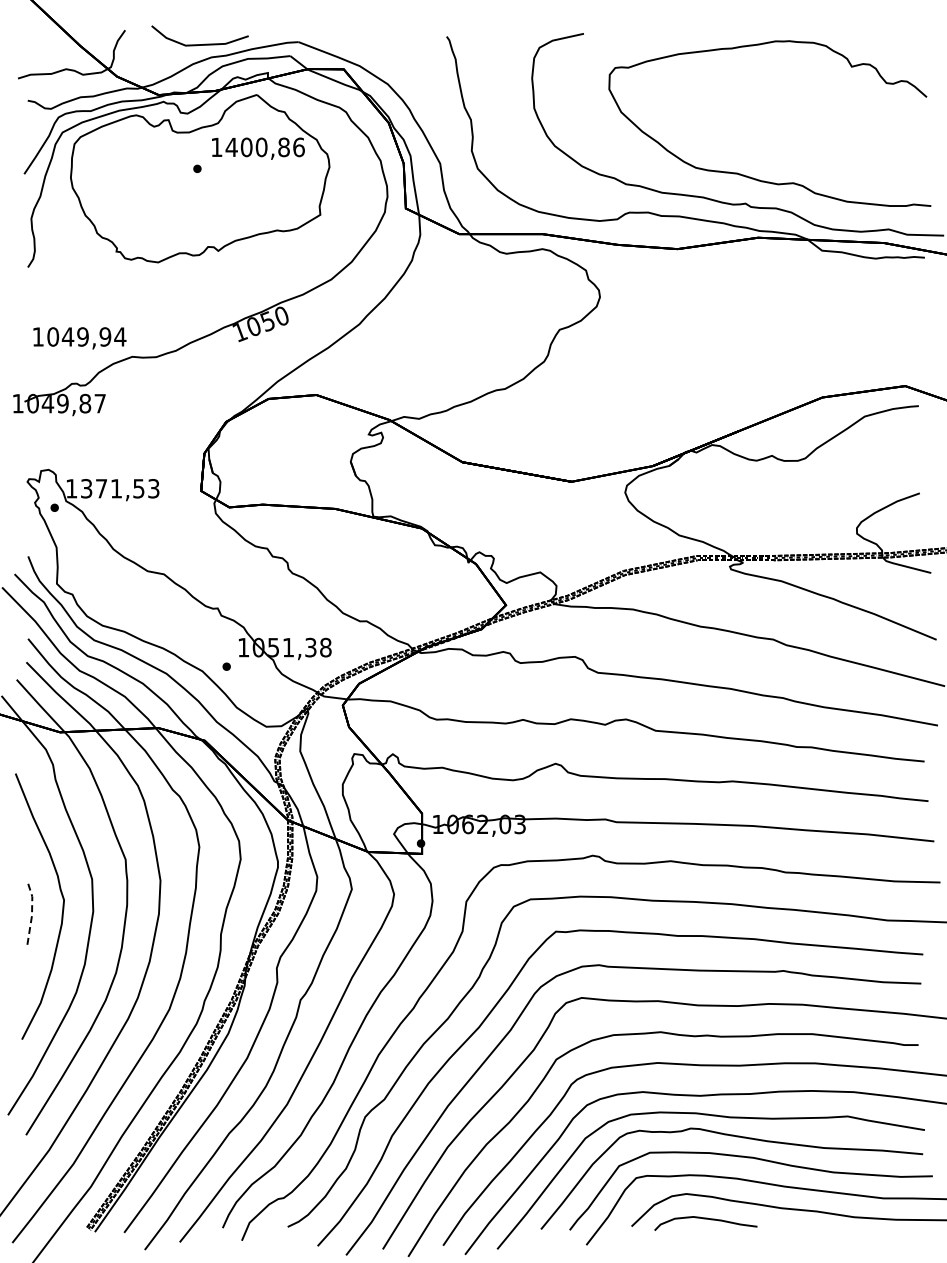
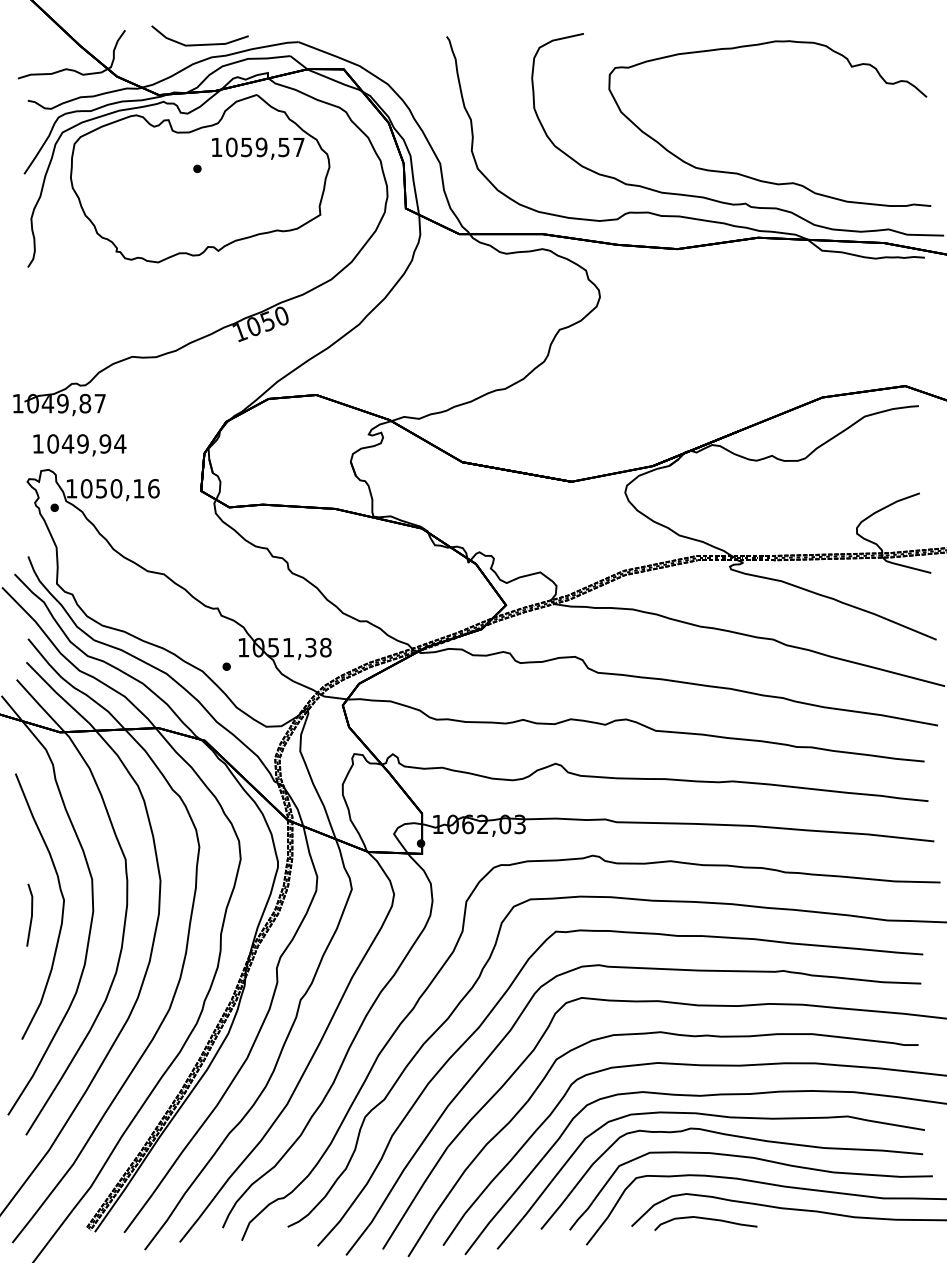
text at (264, 147): 1400,86 -> 1059,57
text at (79, 338) position: (79, 338) -> (79, 445)
text at (119, 488): 1371,53 -> 1050,16
line at (32, 914): dashed -> solid
